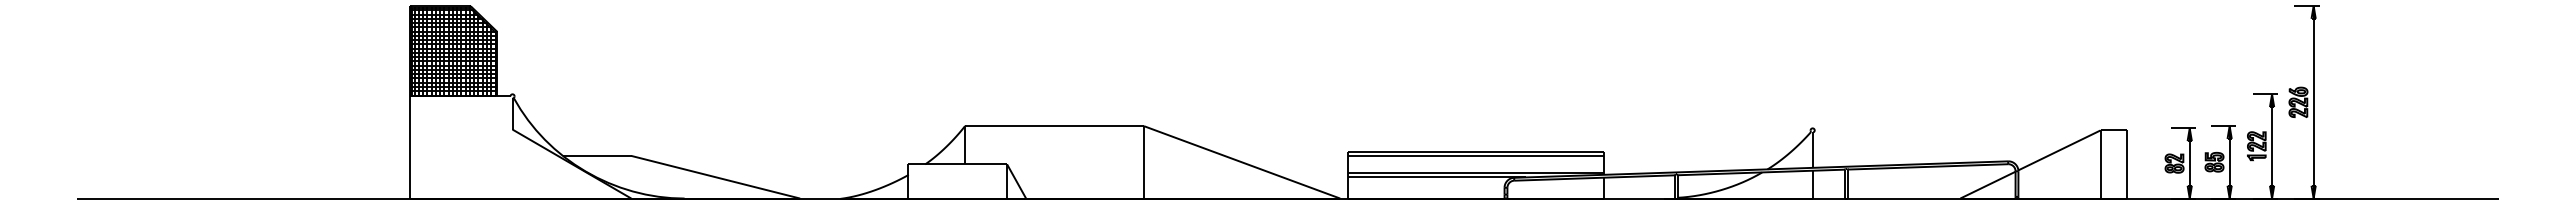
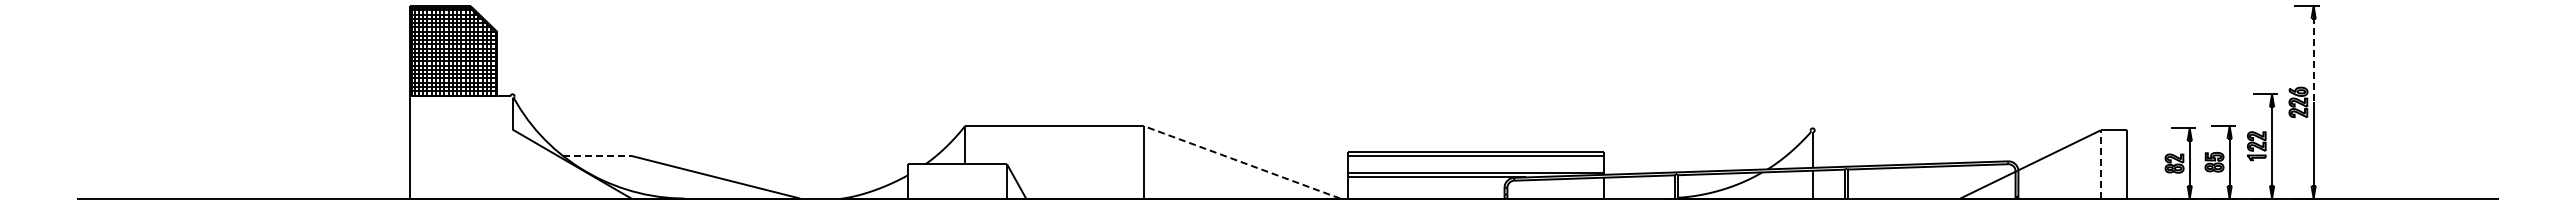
line at (2313, 54): solid -> dashed
line at (597, 155): solid -> dashed
line at (1242, 162): solid -> dashed
line at (2100, 164): solid -> dashed
